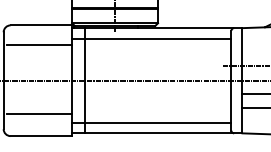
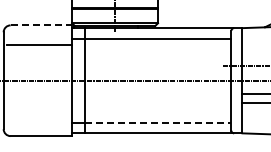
line at (41, 25): solid -> dashed
line at (254, 107) position: (254, 107) -> (254, 102)
line at (39, 113): present -> none
line at (158, 122): solid -> dashed
